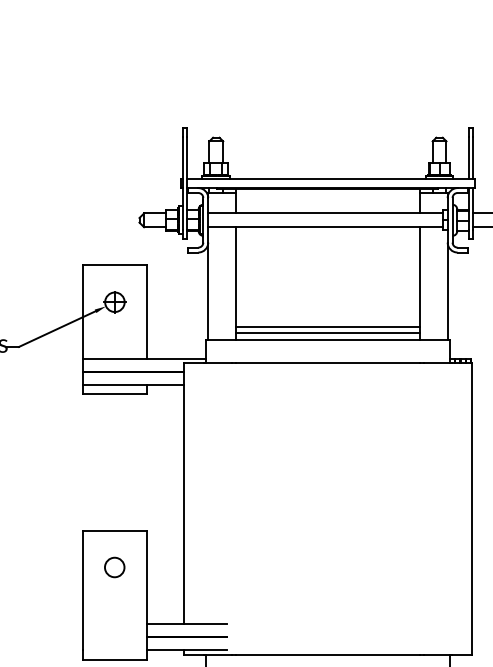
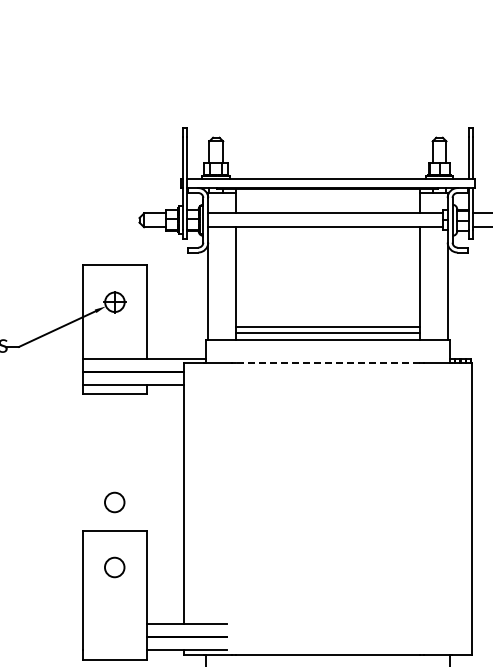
line at (327, 363): solid -> dashed
circle at (114, 502): none -> present
